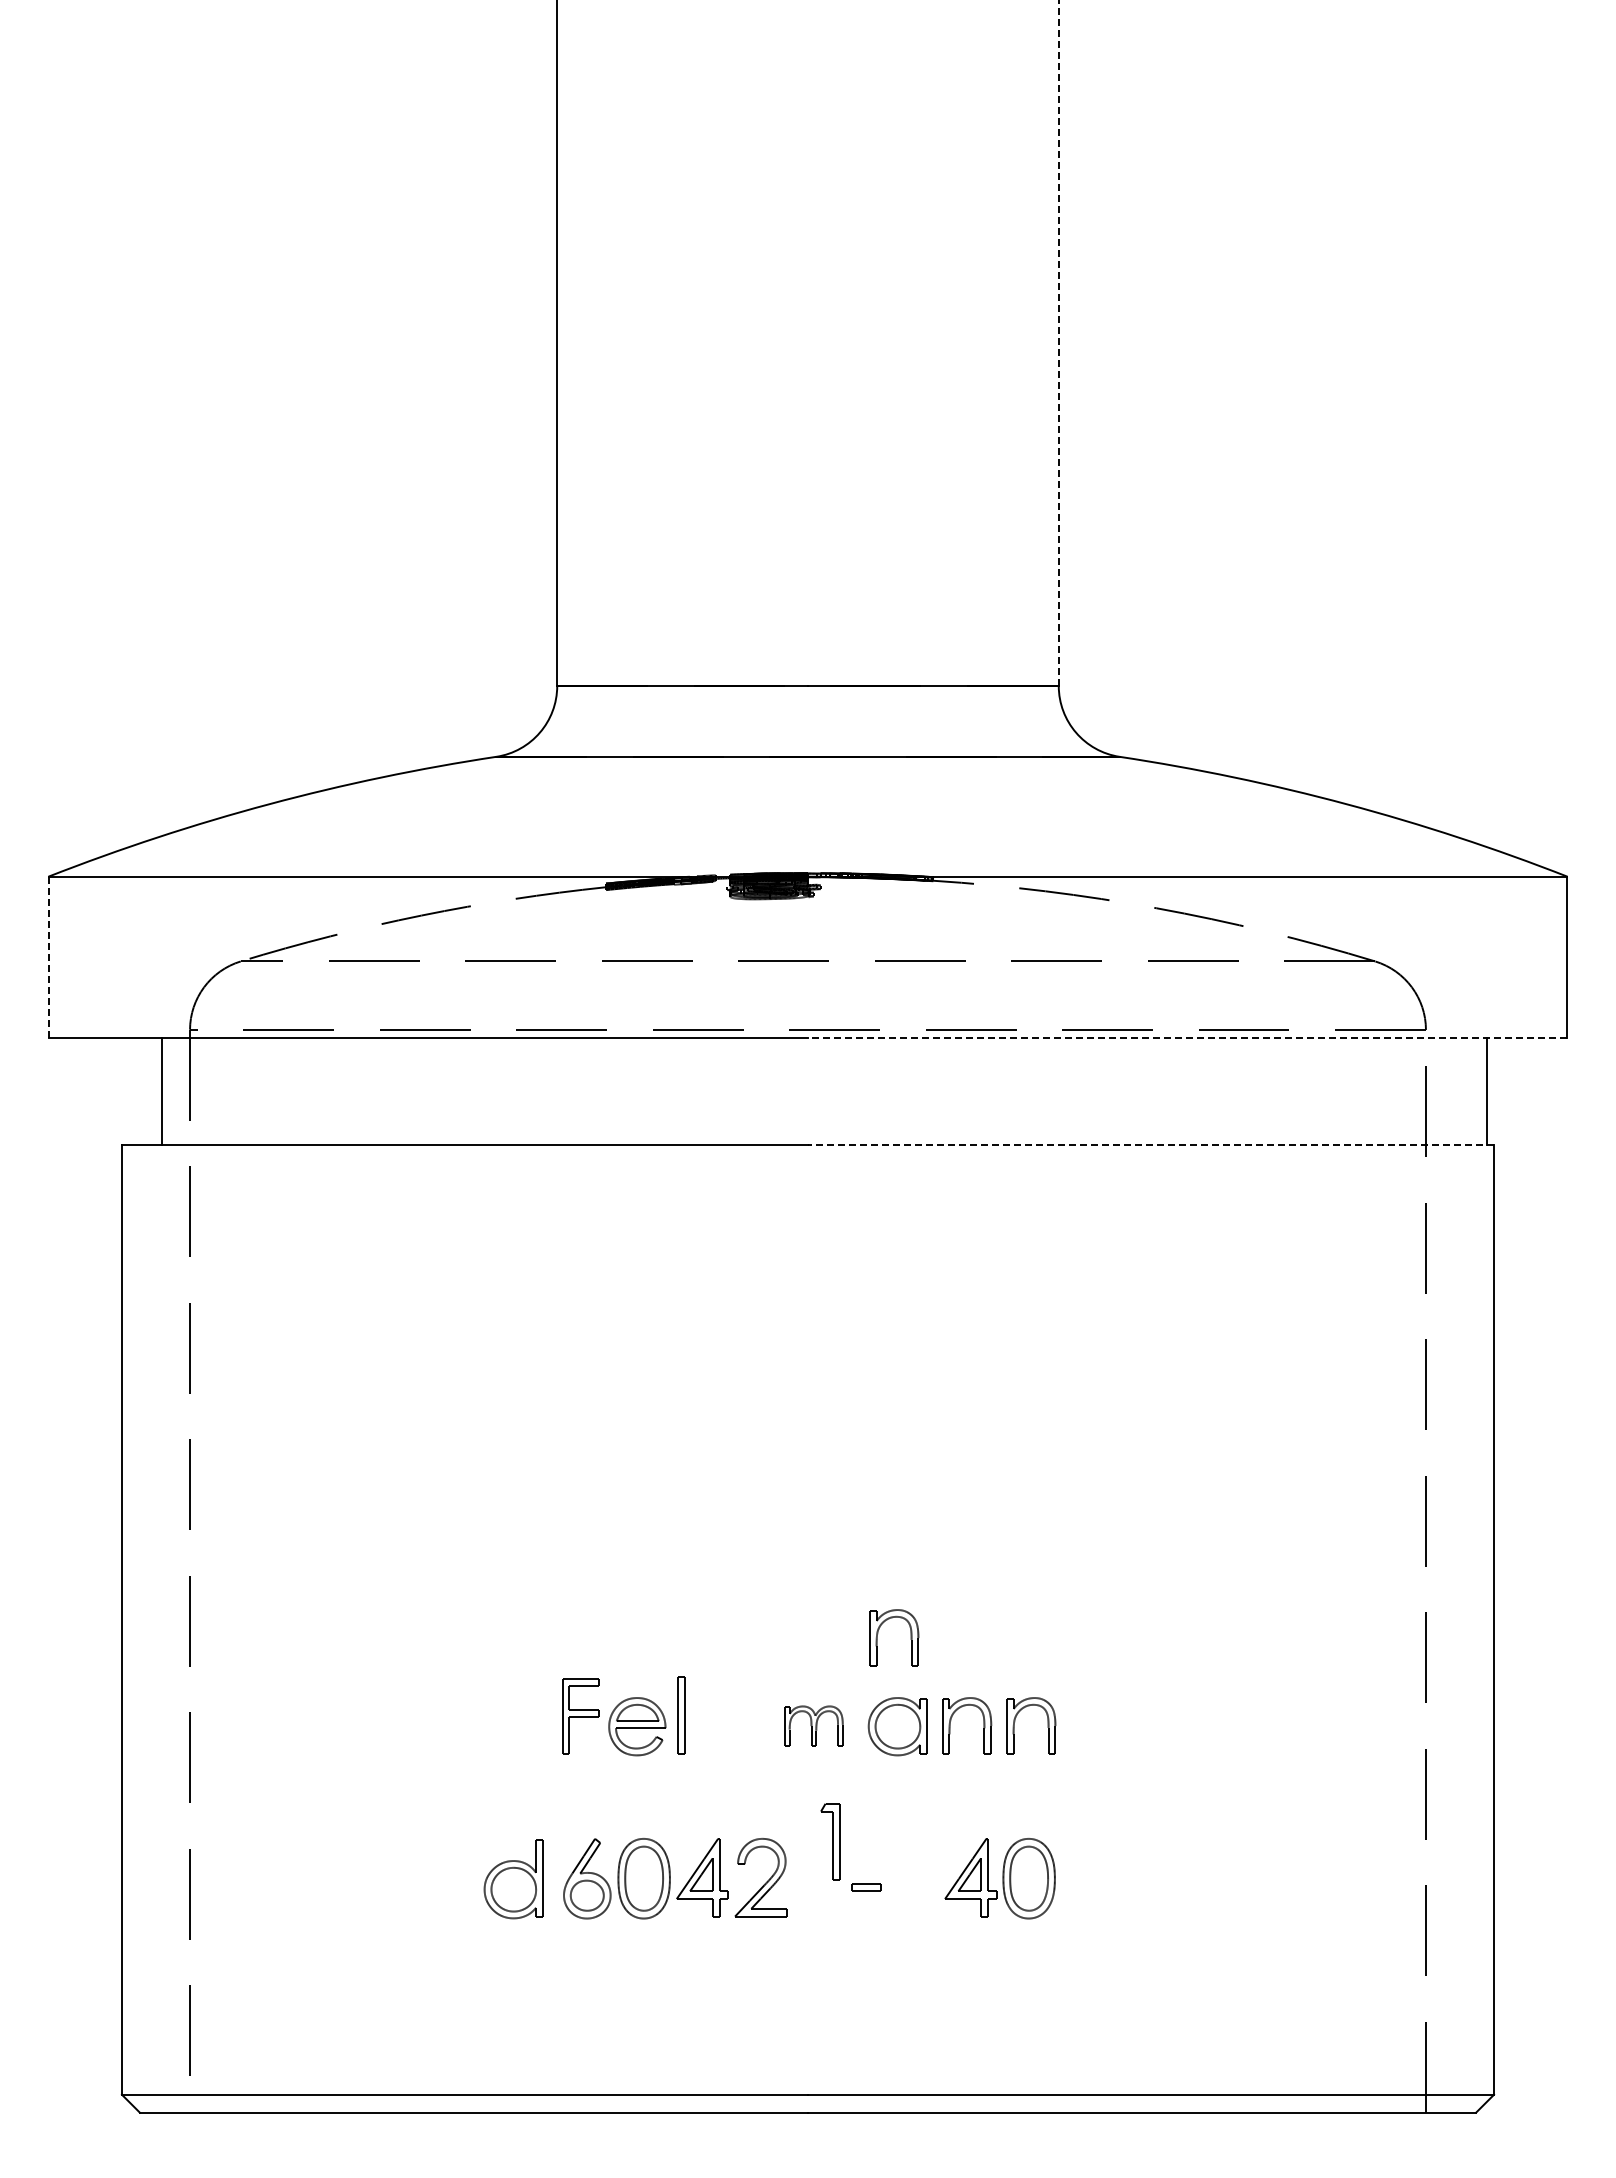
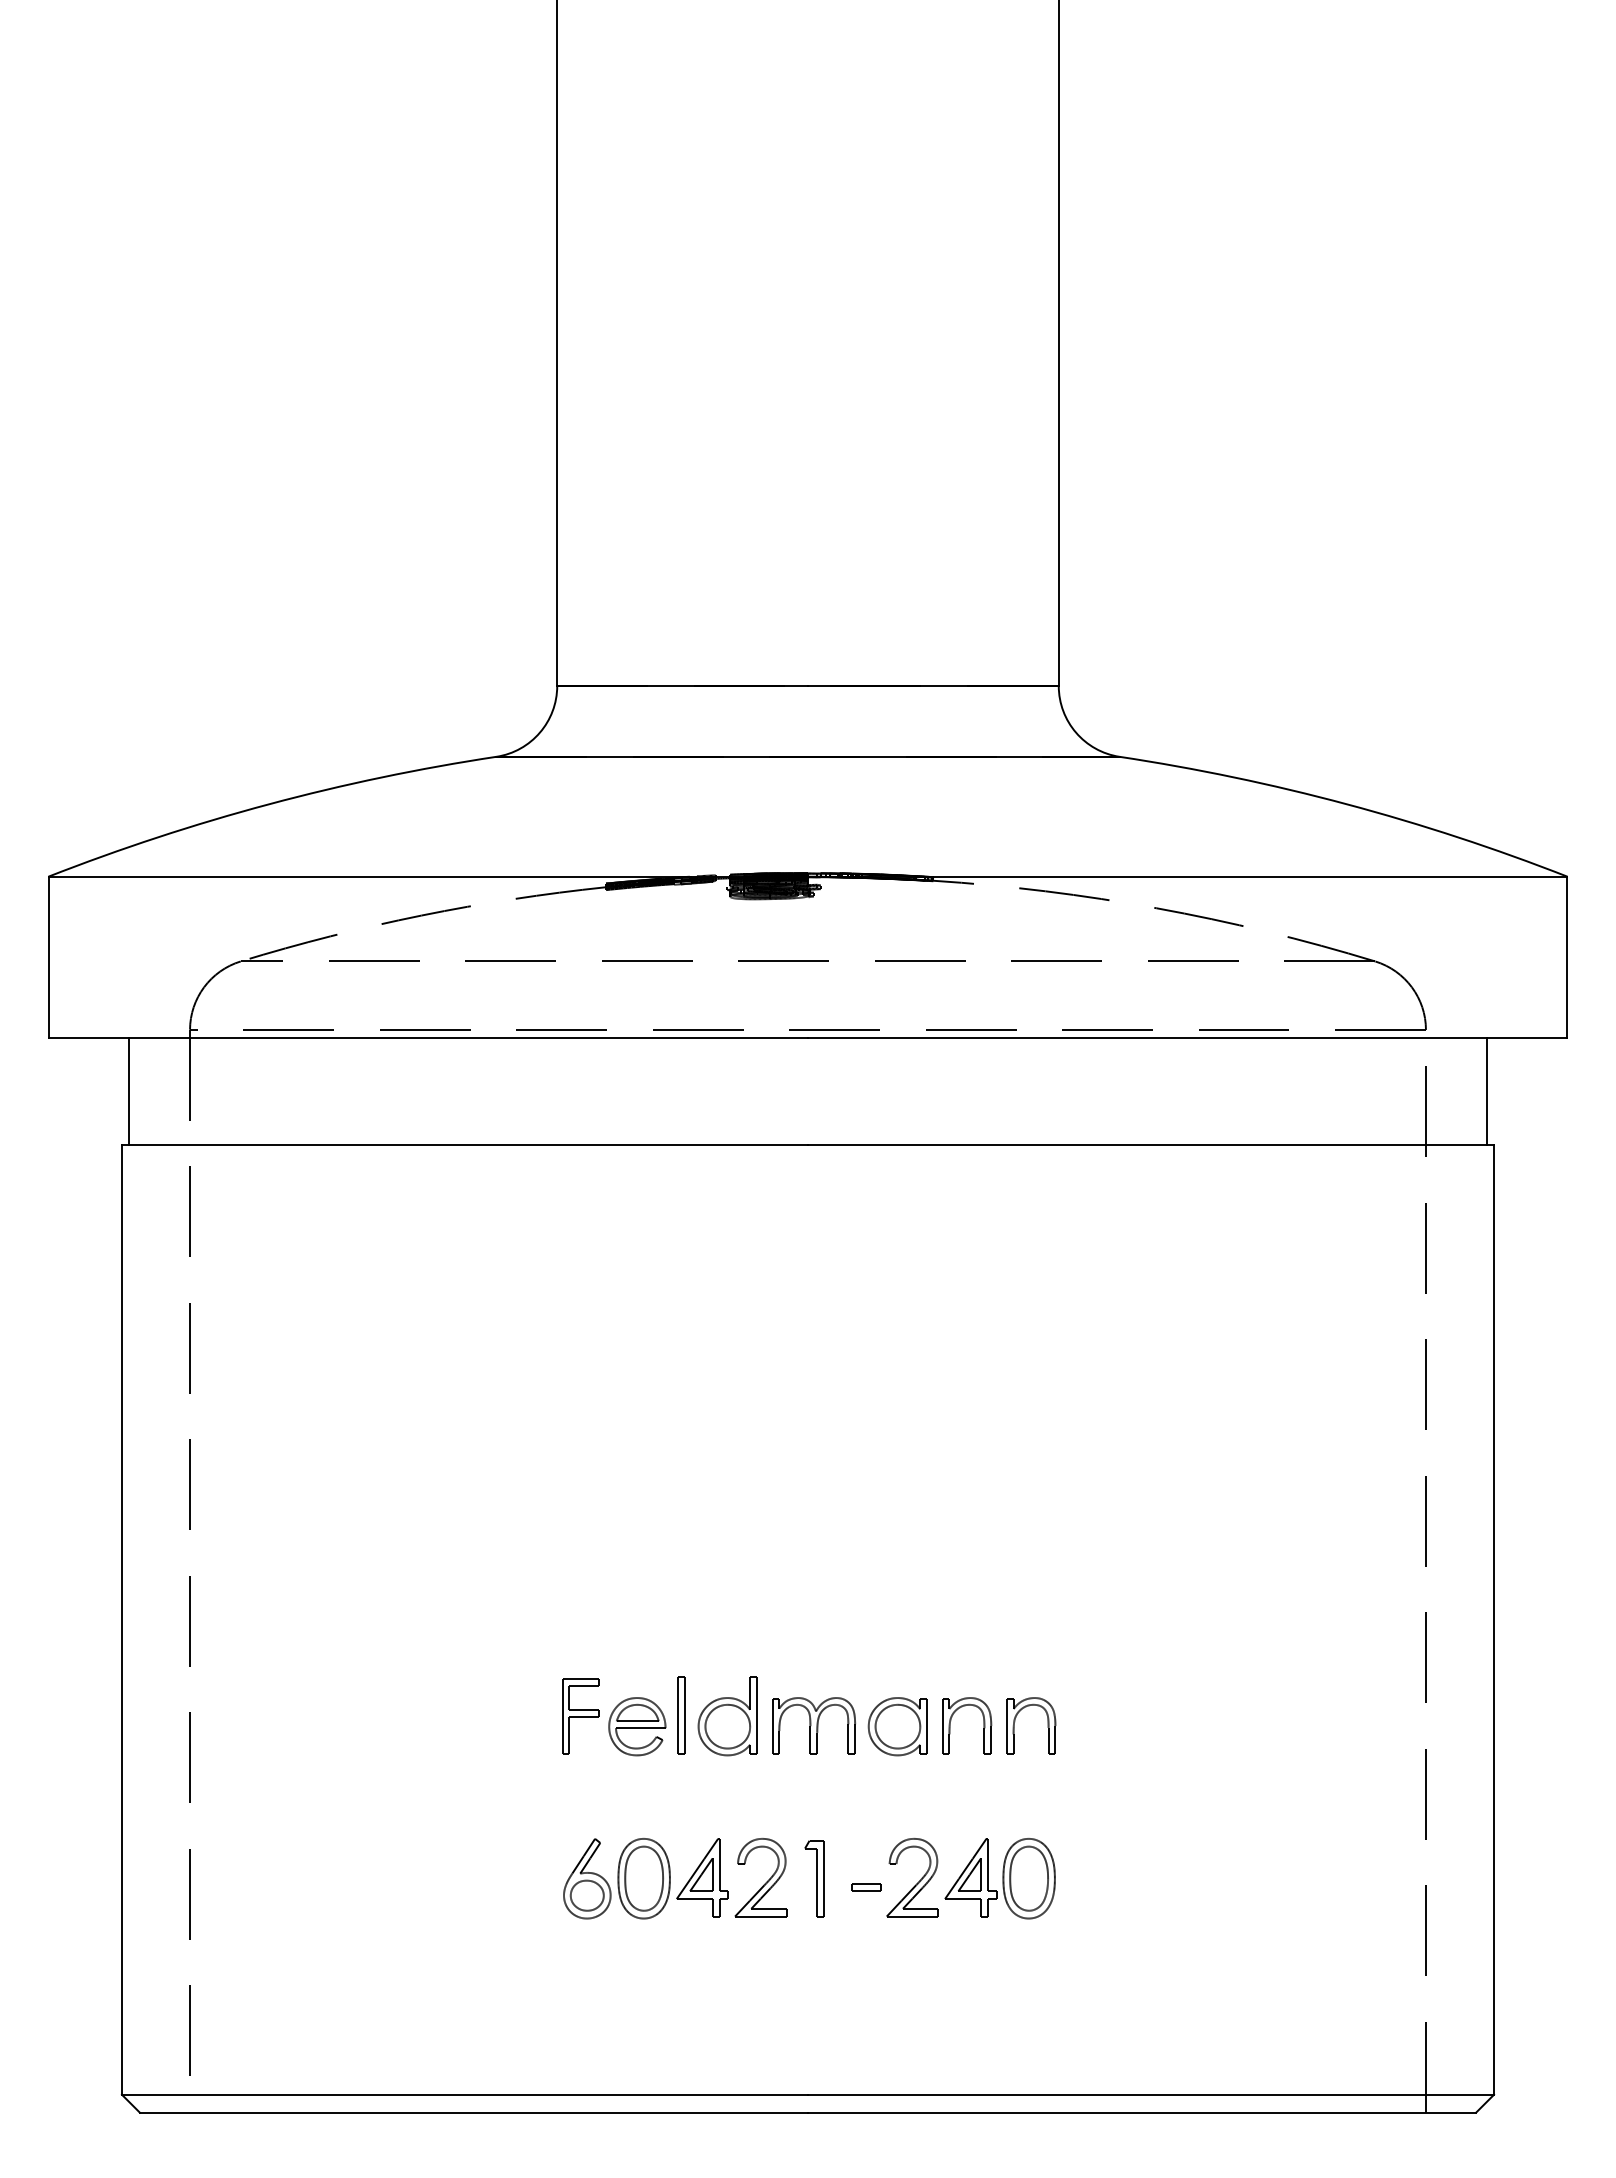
line at (1058, 343): dashed -> solid
line at (48, 957): dashed -> solid
line at (1187, 1037): dashed -> solid
line at (162, 1091) position: (162, 1091) -> (129, 1091)
line at (1150, 1145): dashed -> solid
part at (910, 1637): present -> none
part at (813, 1725) size: 60x42 px -> 84x58 px
part at (830, 1841) position: (830, 1841) -> (814, 1878)
part at (513, 1879) position: (513, 1879) -> (727, 1716)
part at (917, 1882): none -> present
